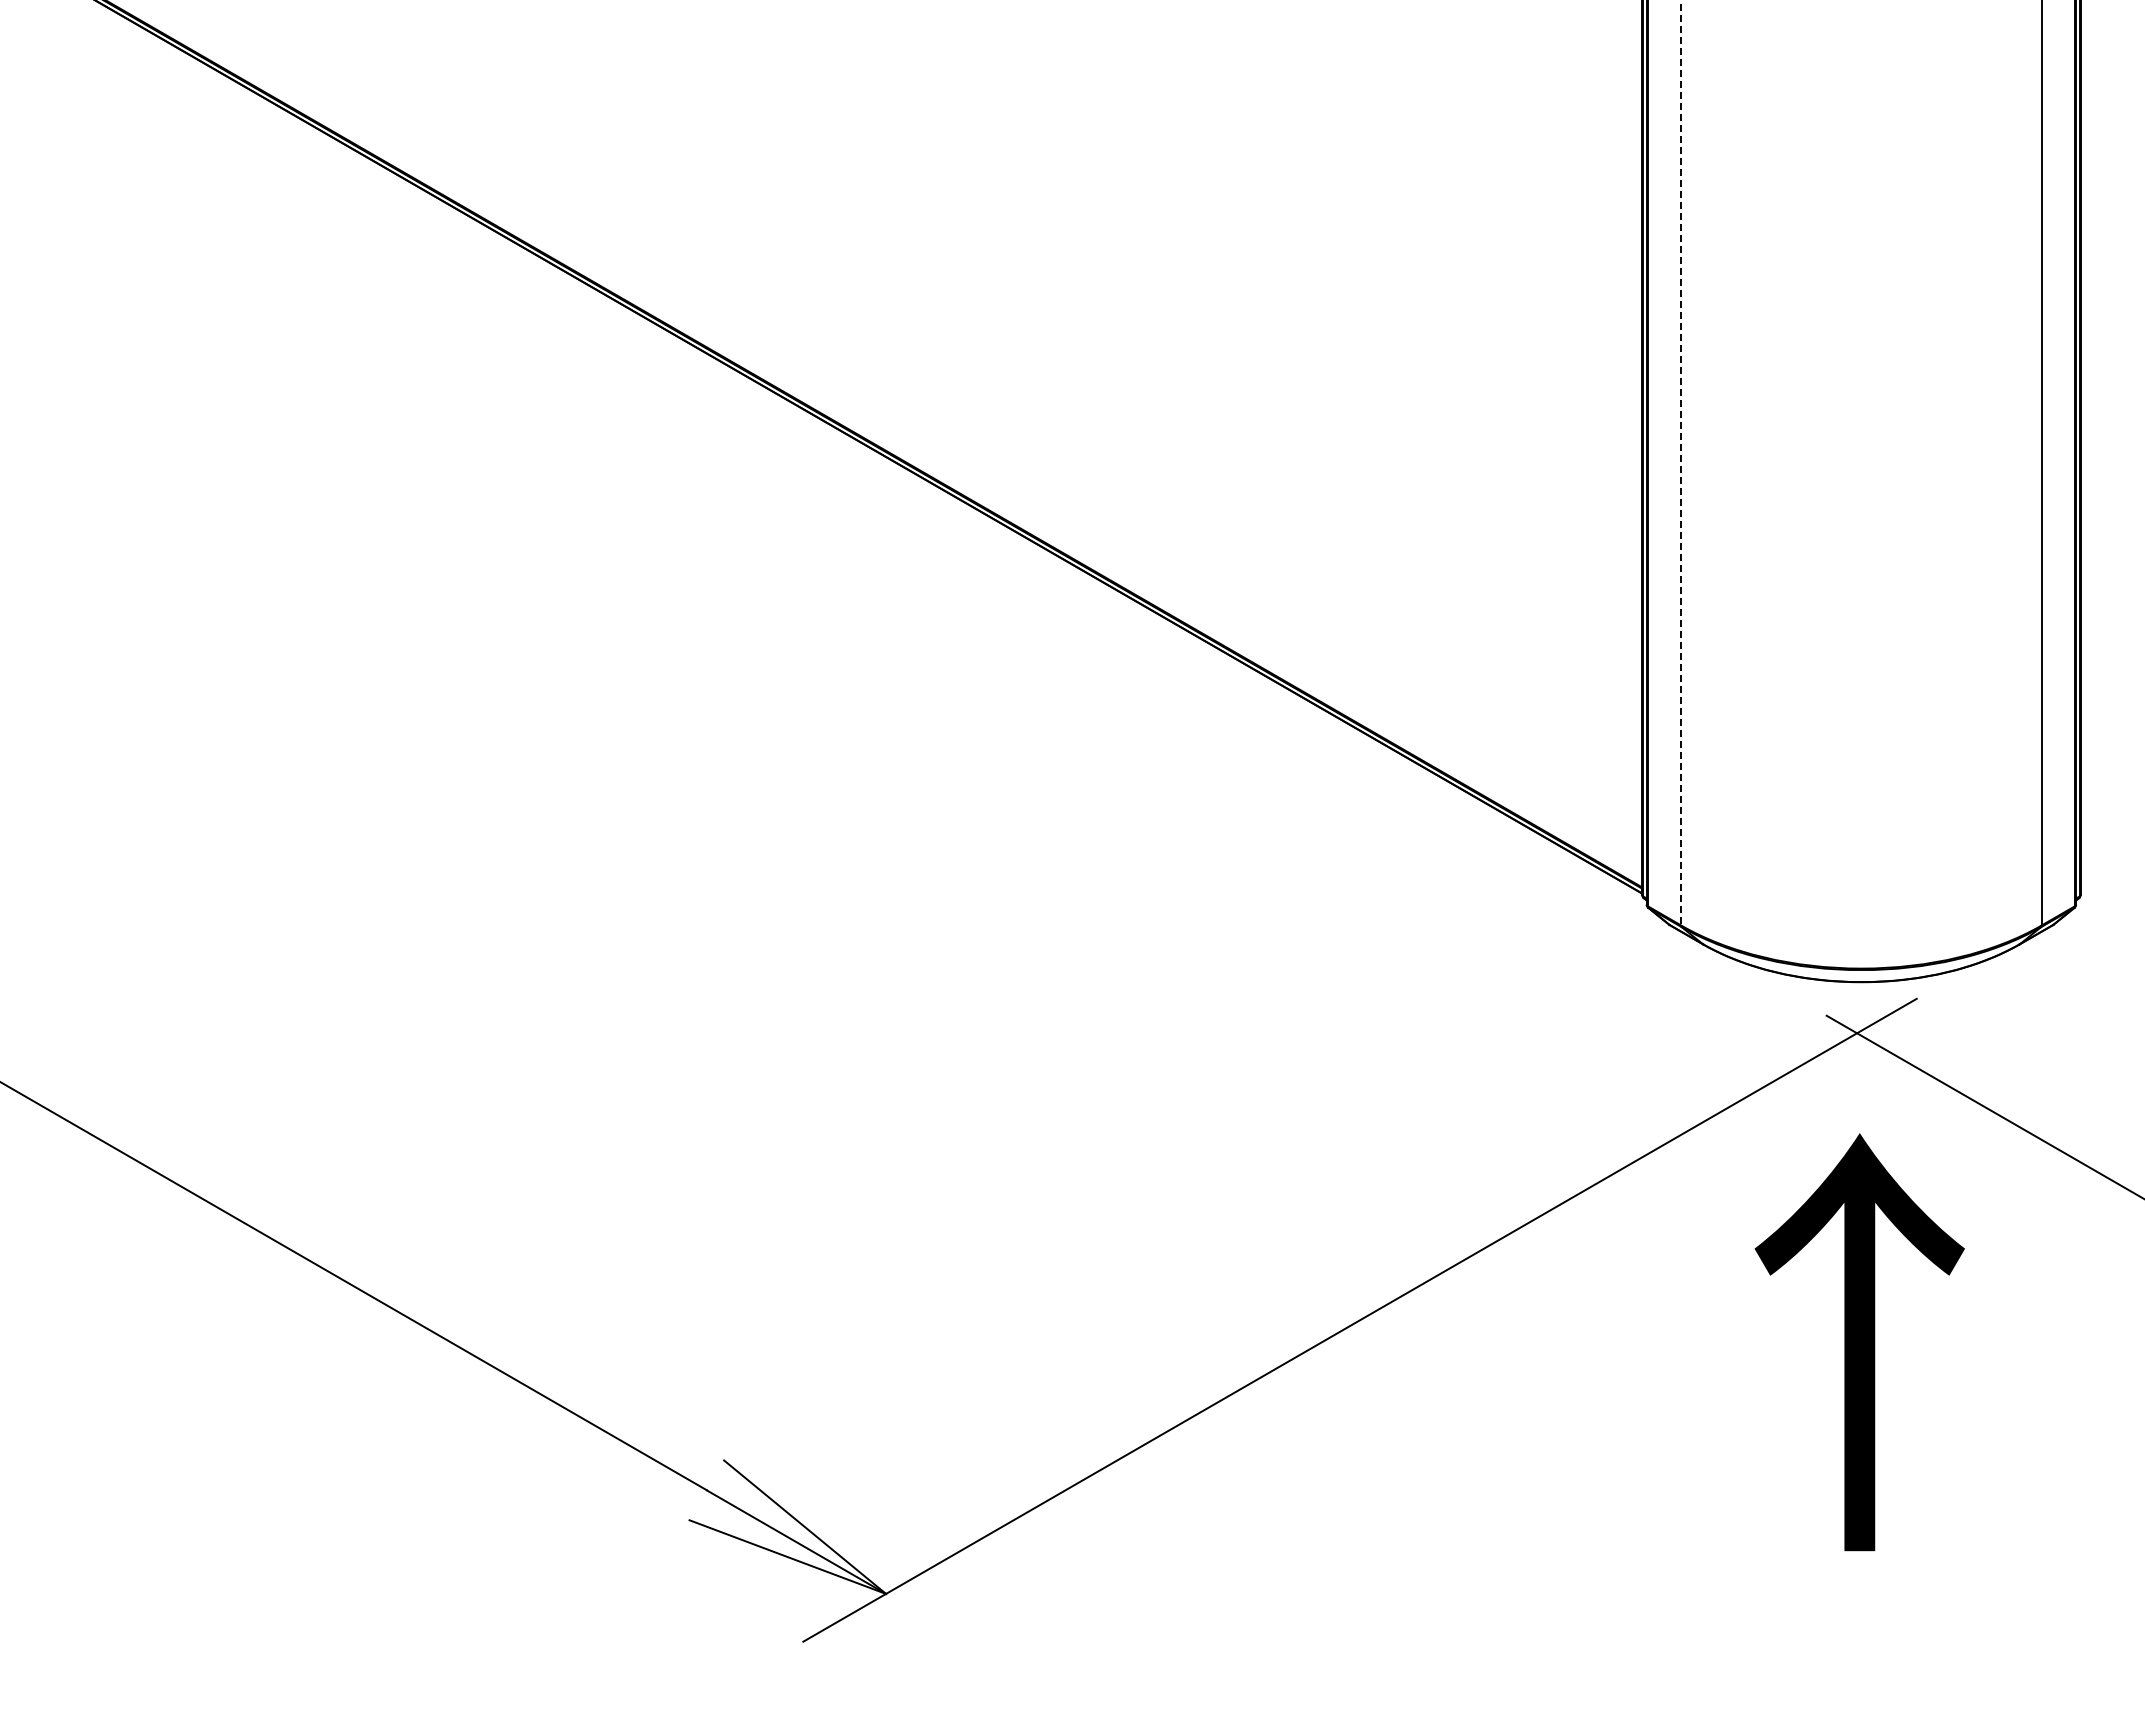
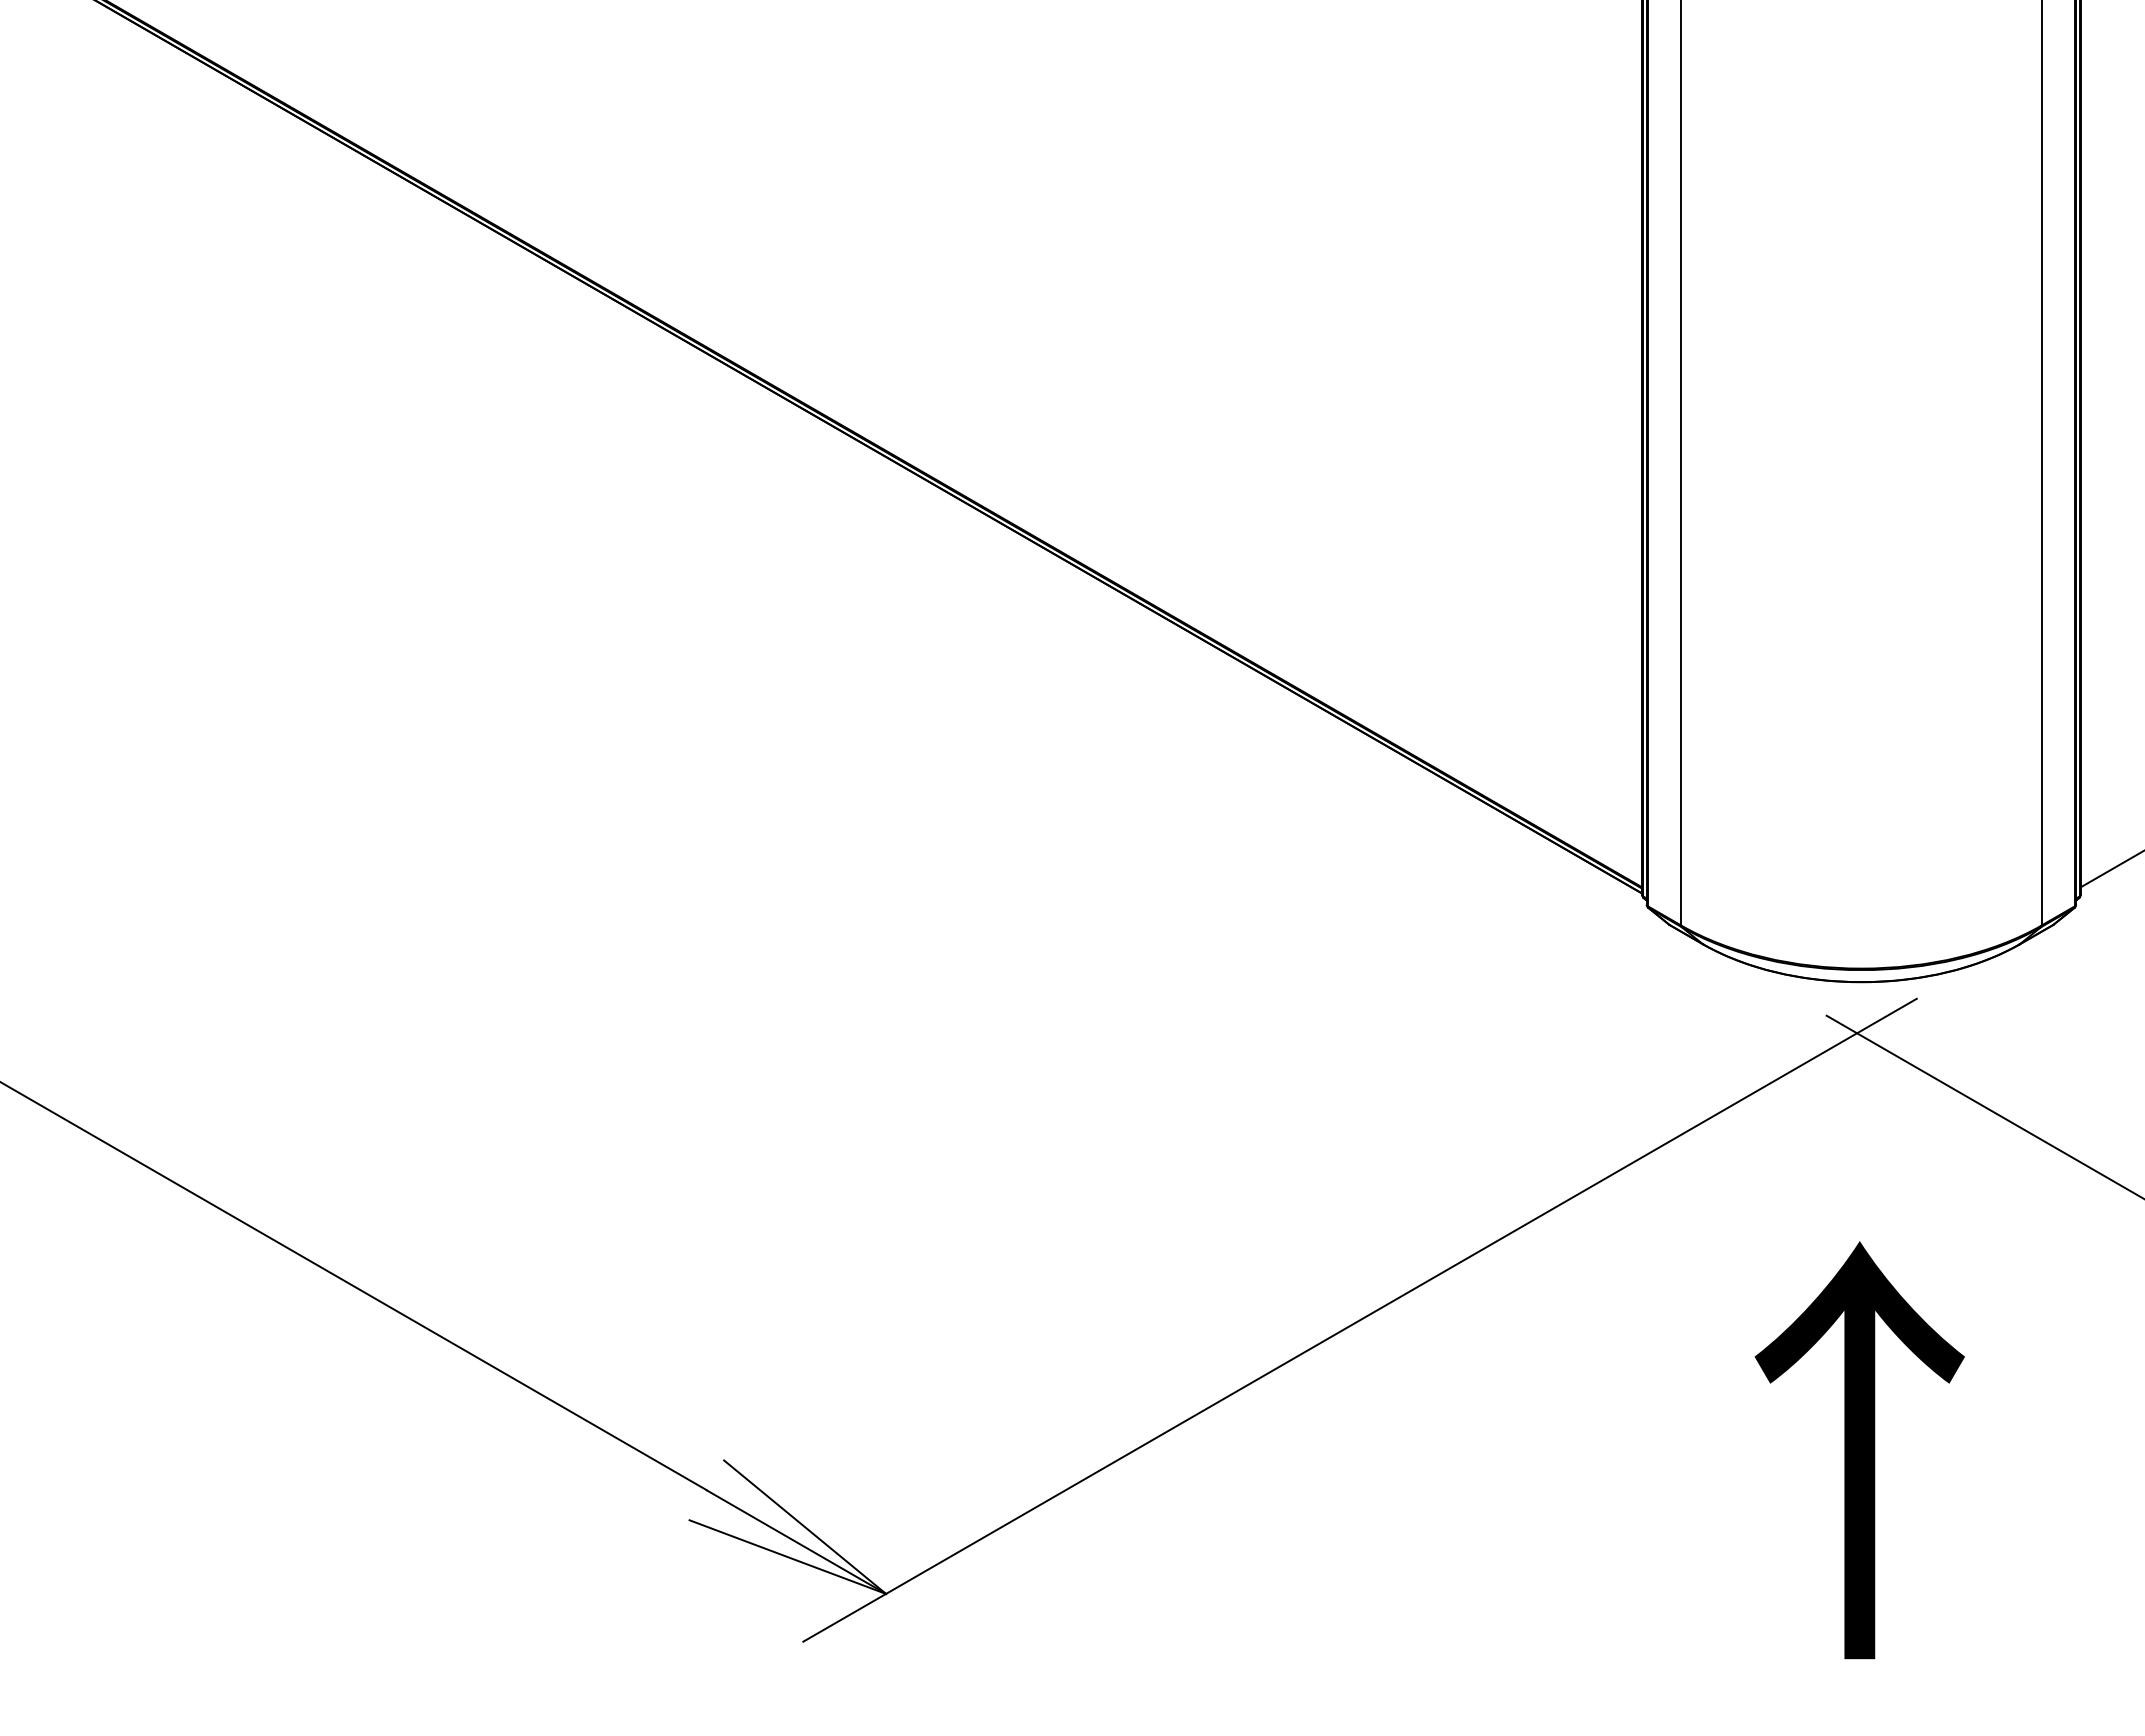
line at (1681, 463): dashed -> solid
line at (2110, 869): none -> present
text at (1859, 1342) position: (1859, 1342) -> (1859, 1450)
